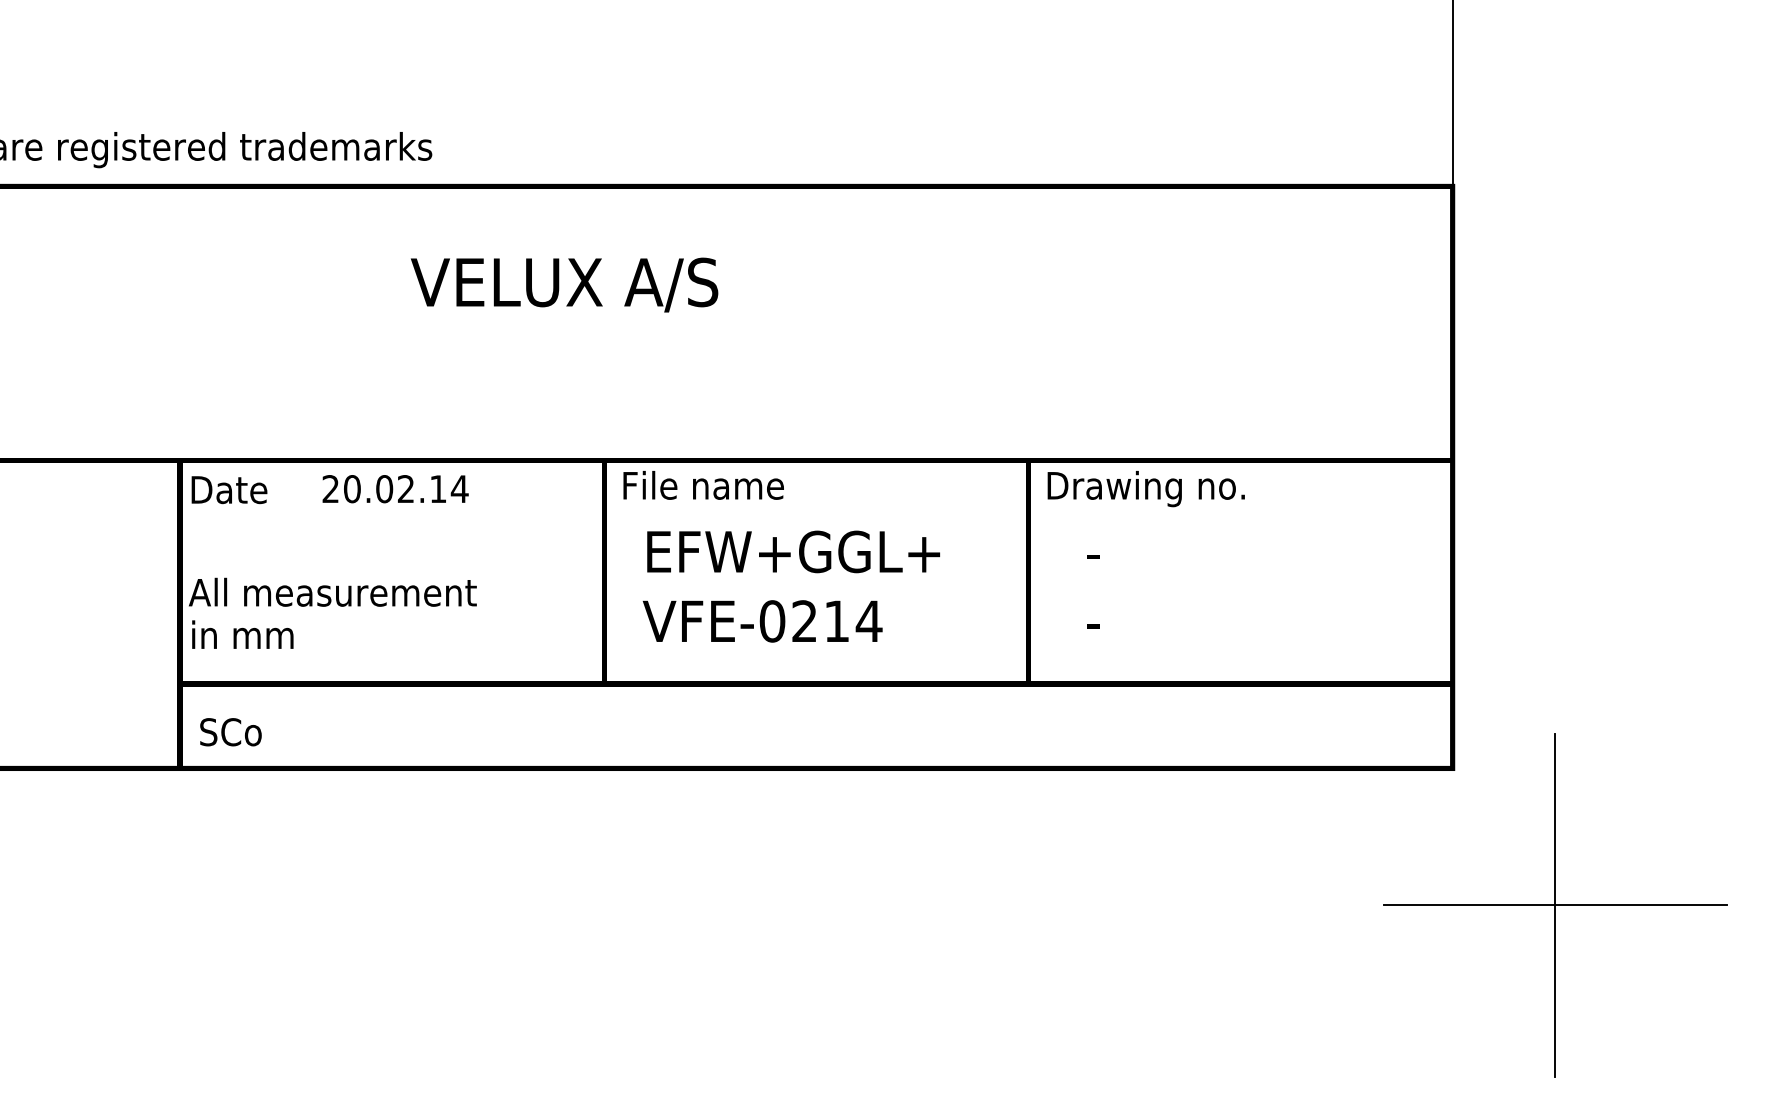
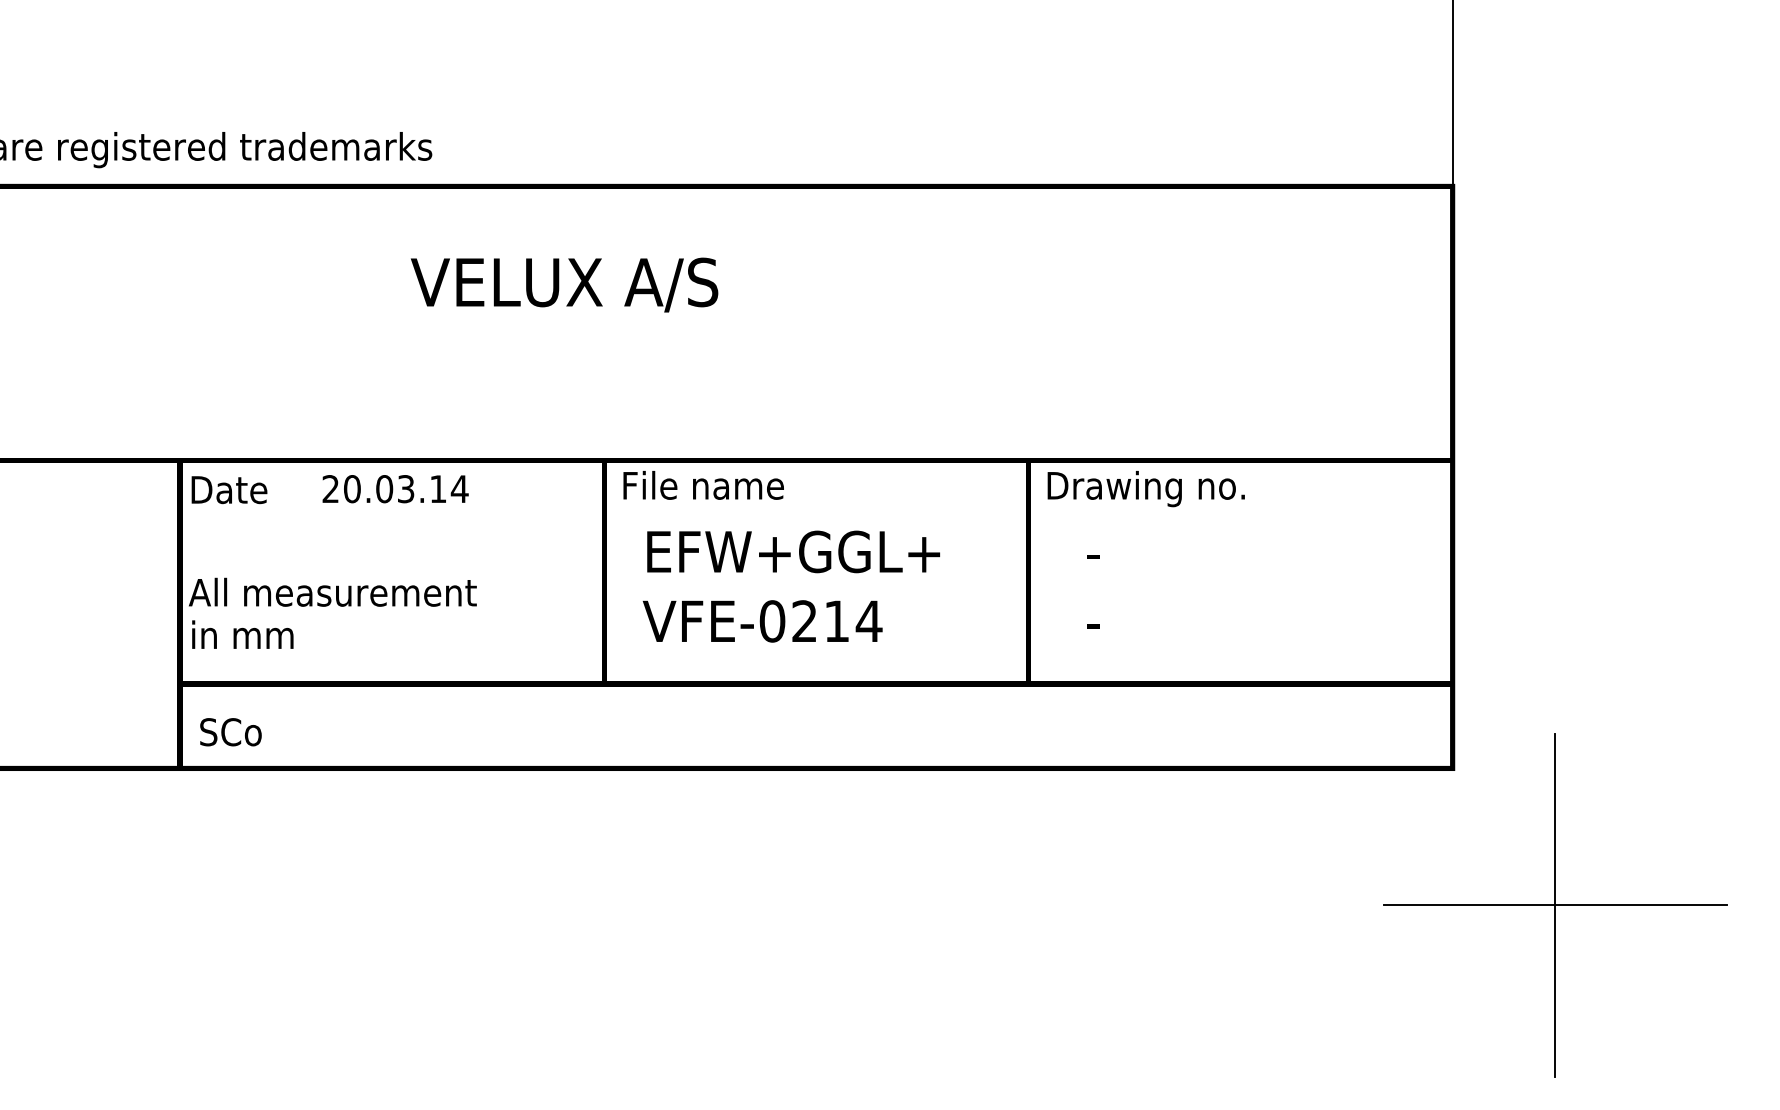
text at (406, 489): 20.02.14 -> 20.03.14
